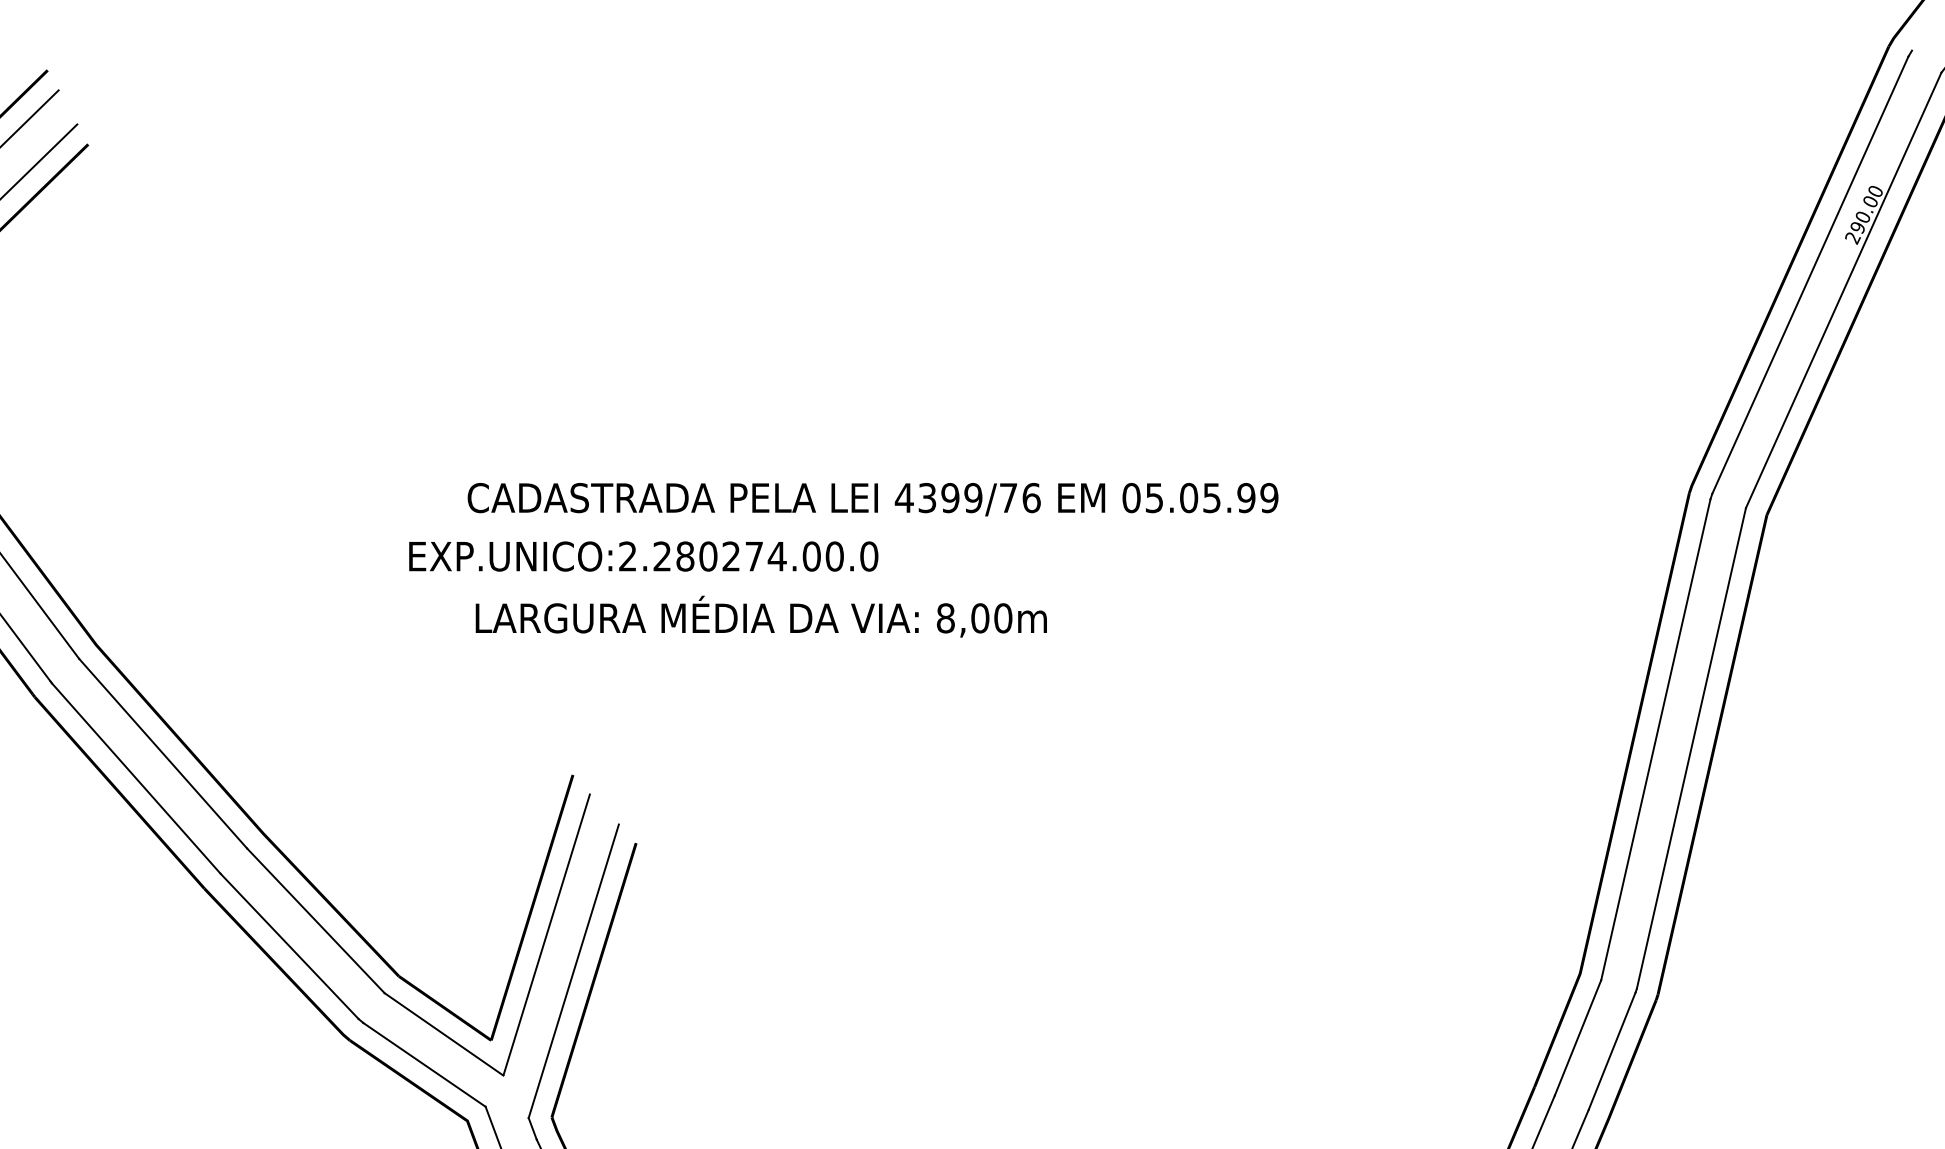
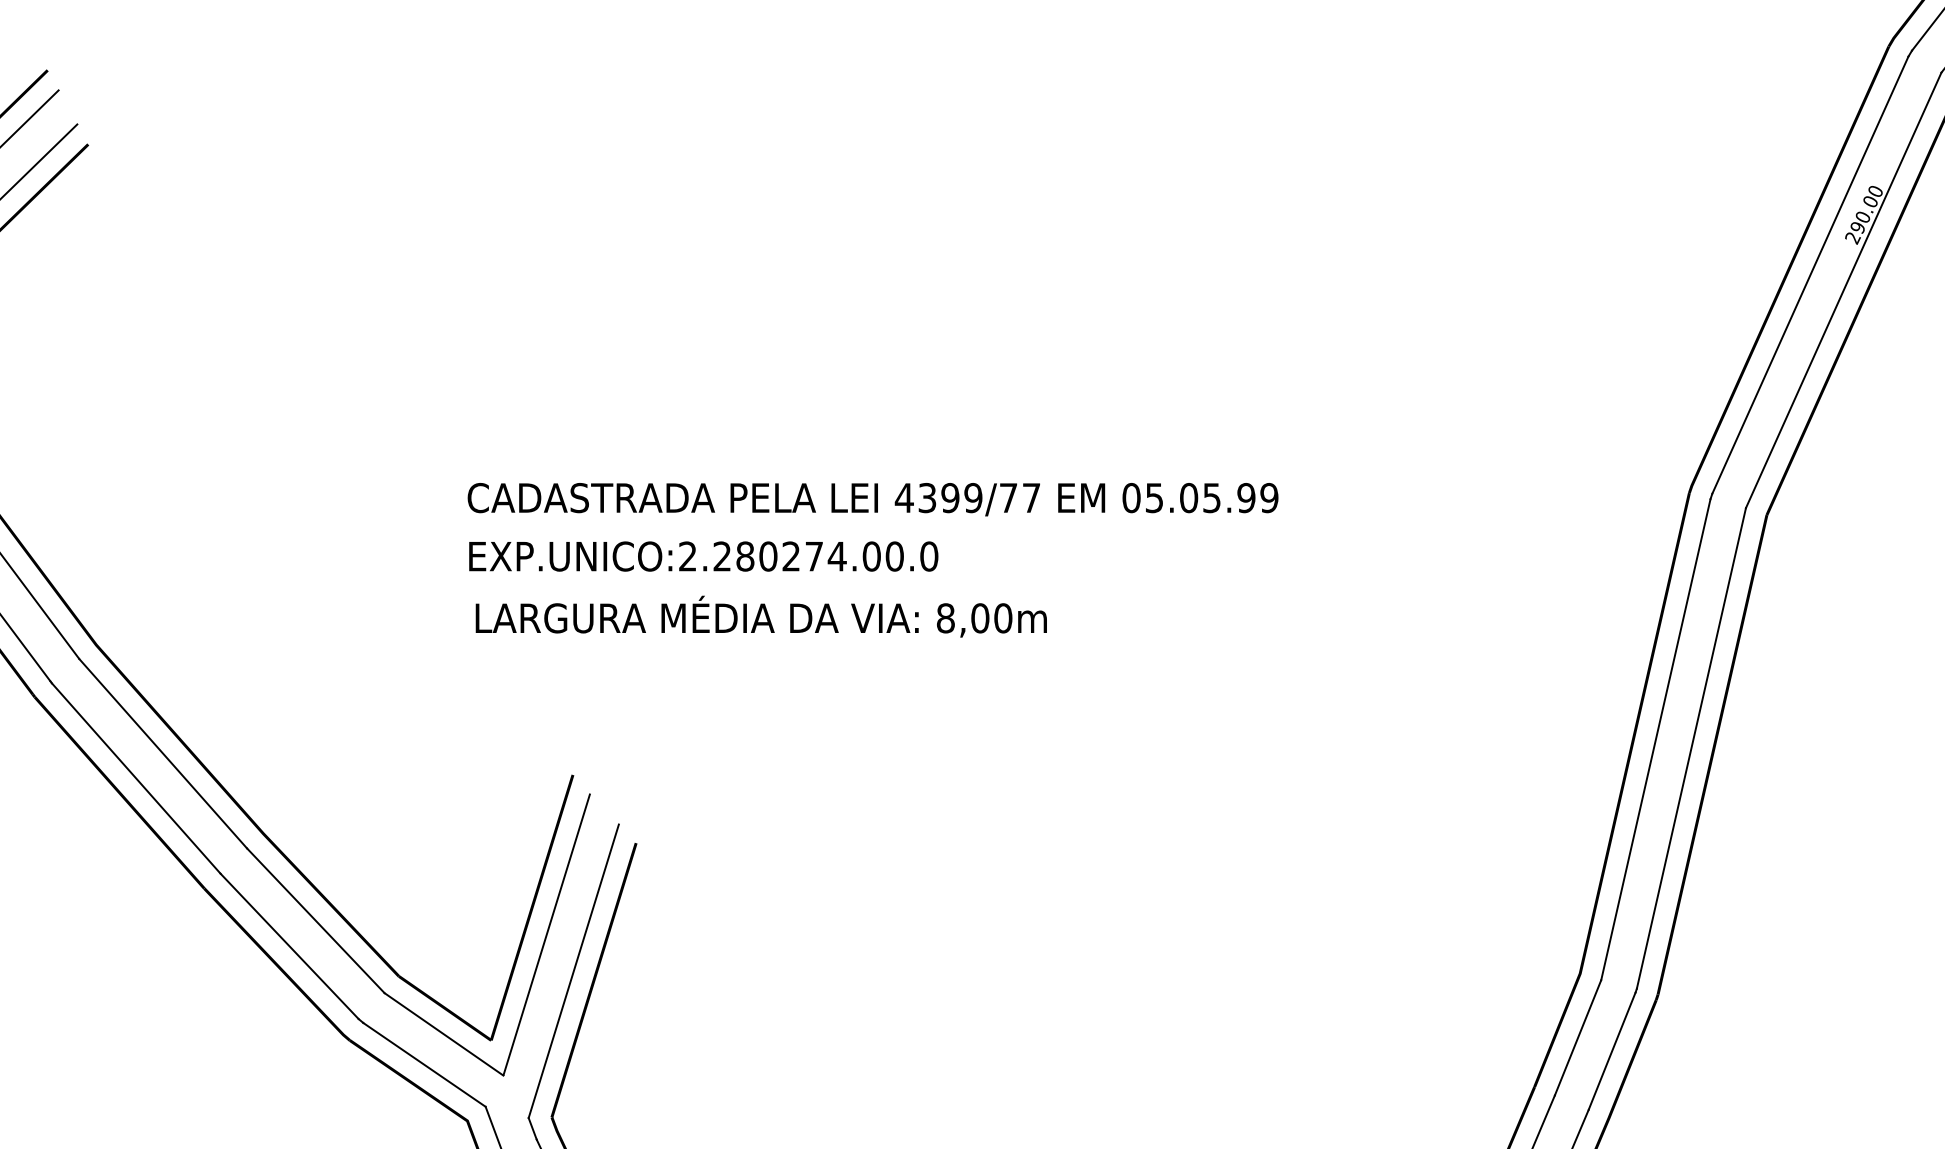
line at (1926, 31): none -> present
text at (1031, 498): 4399/76 -> 4399/77
text at (643, 556) position: (643, 556) -> (703, 556)
